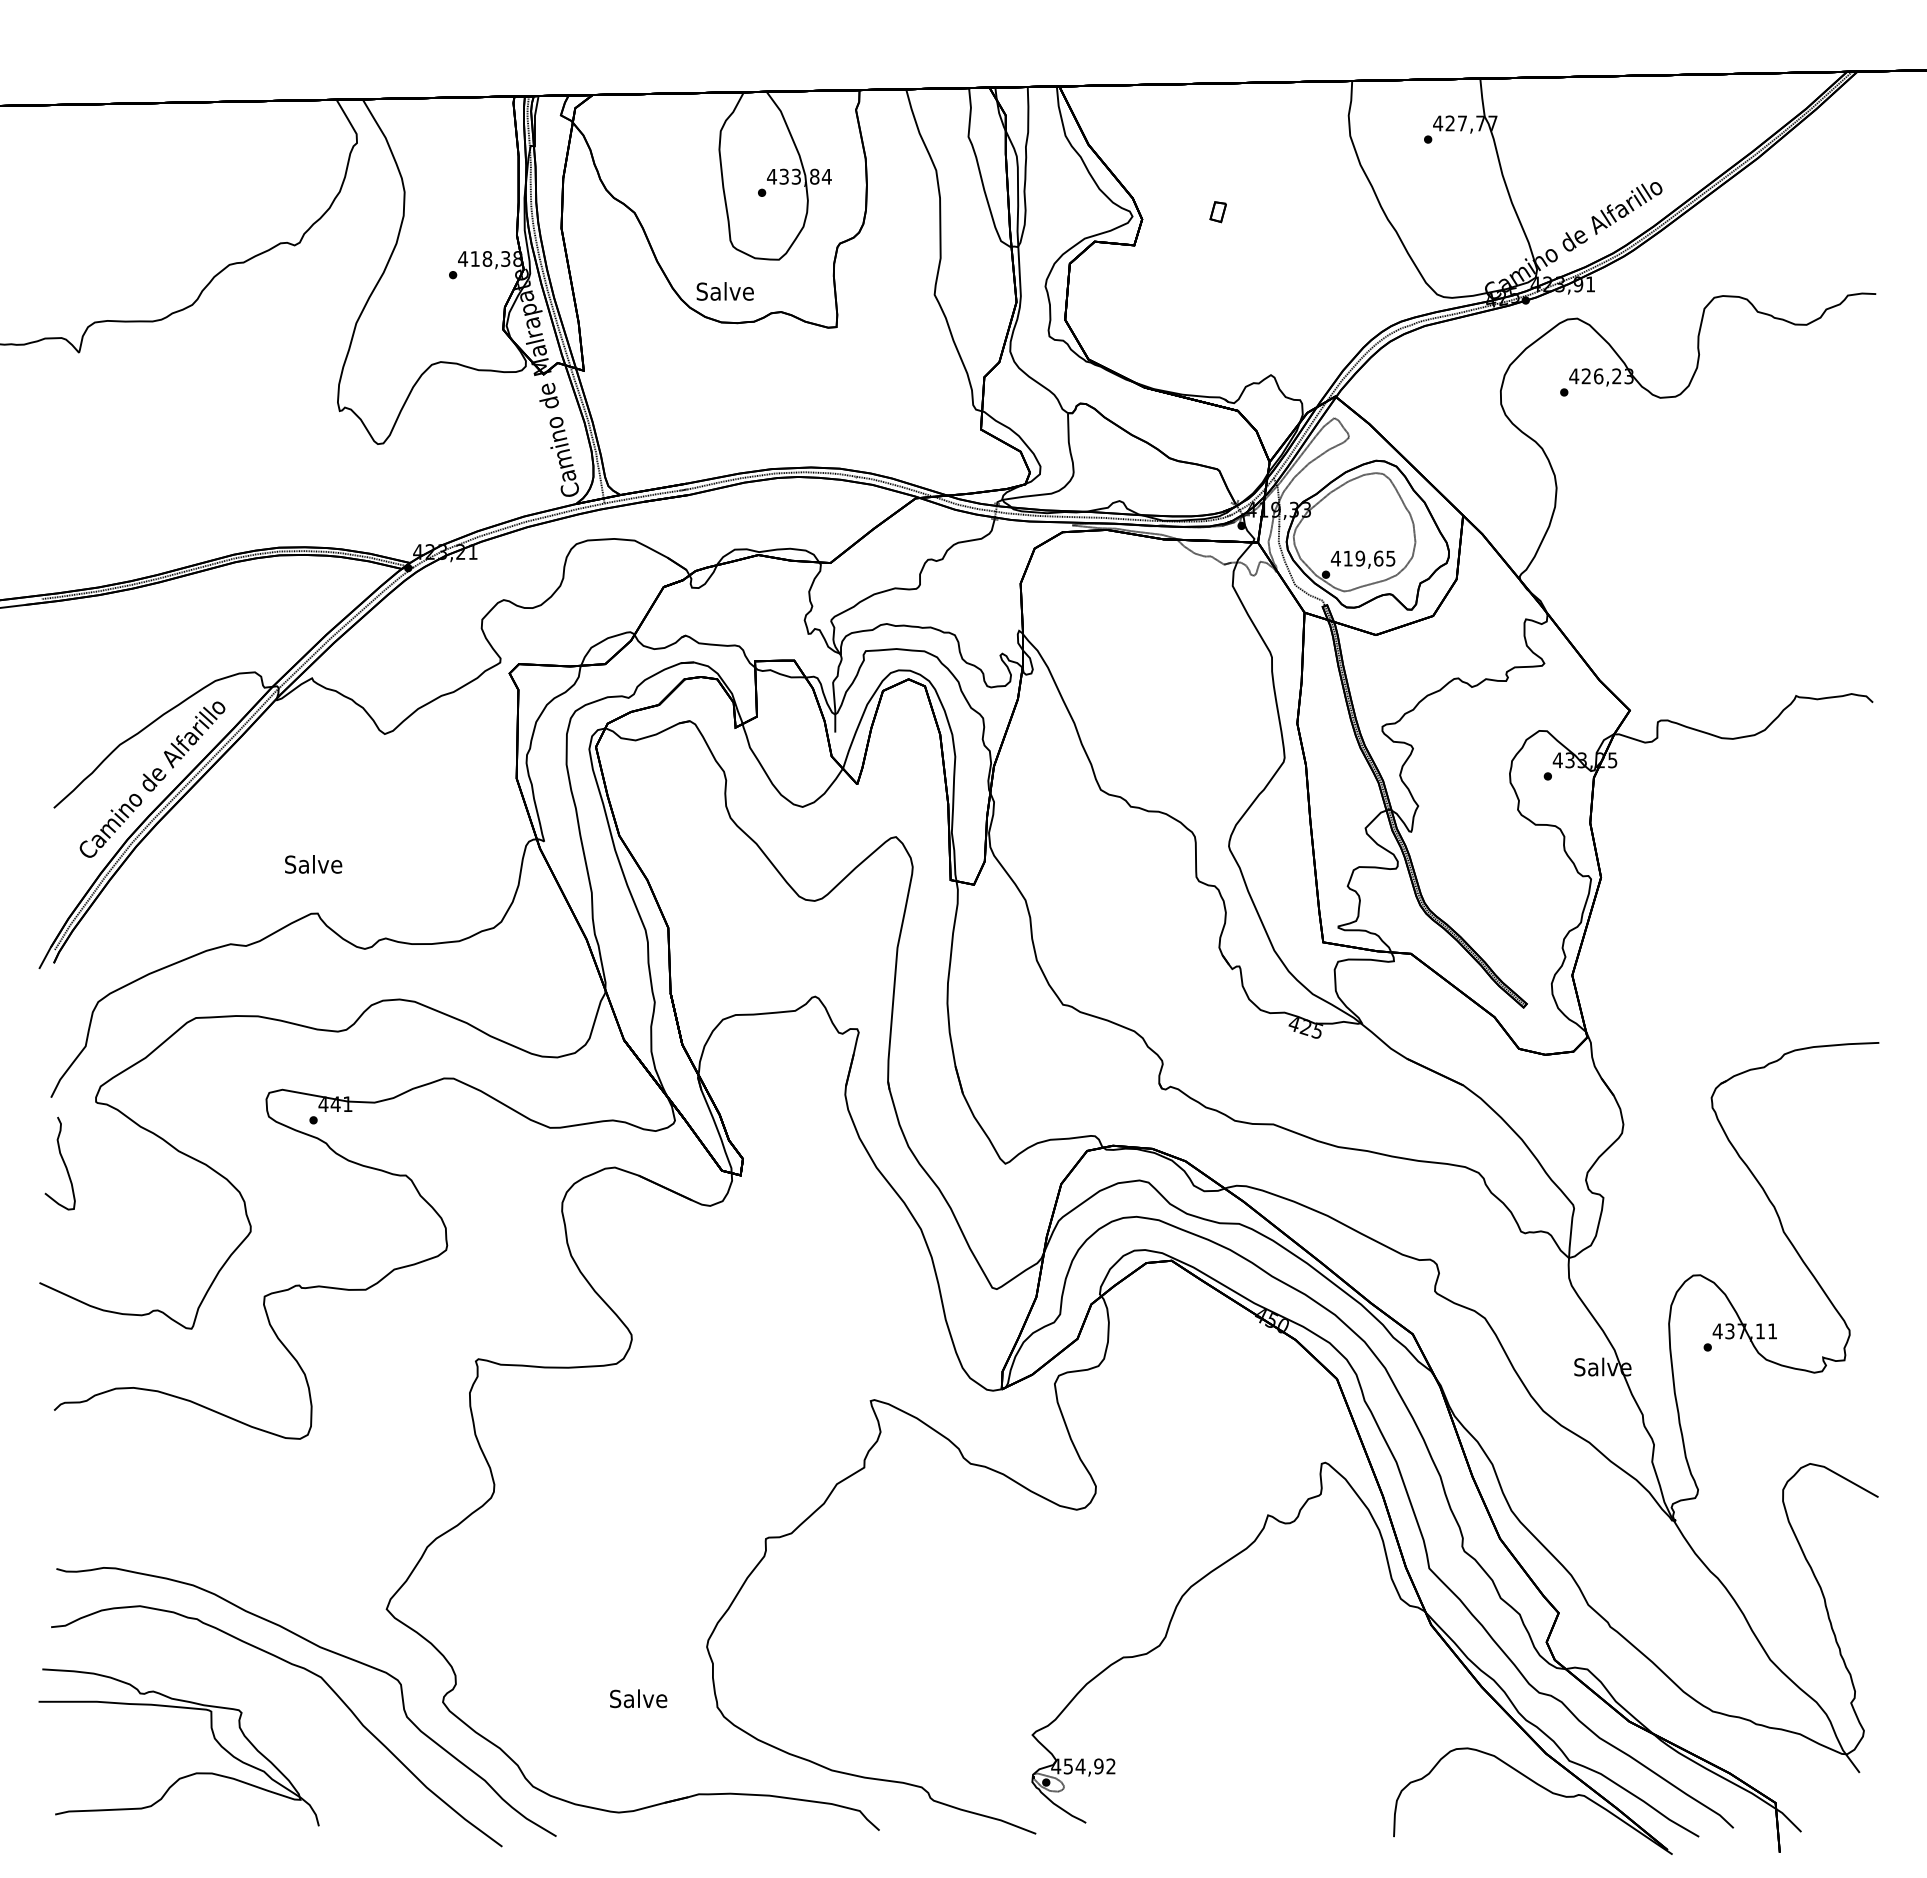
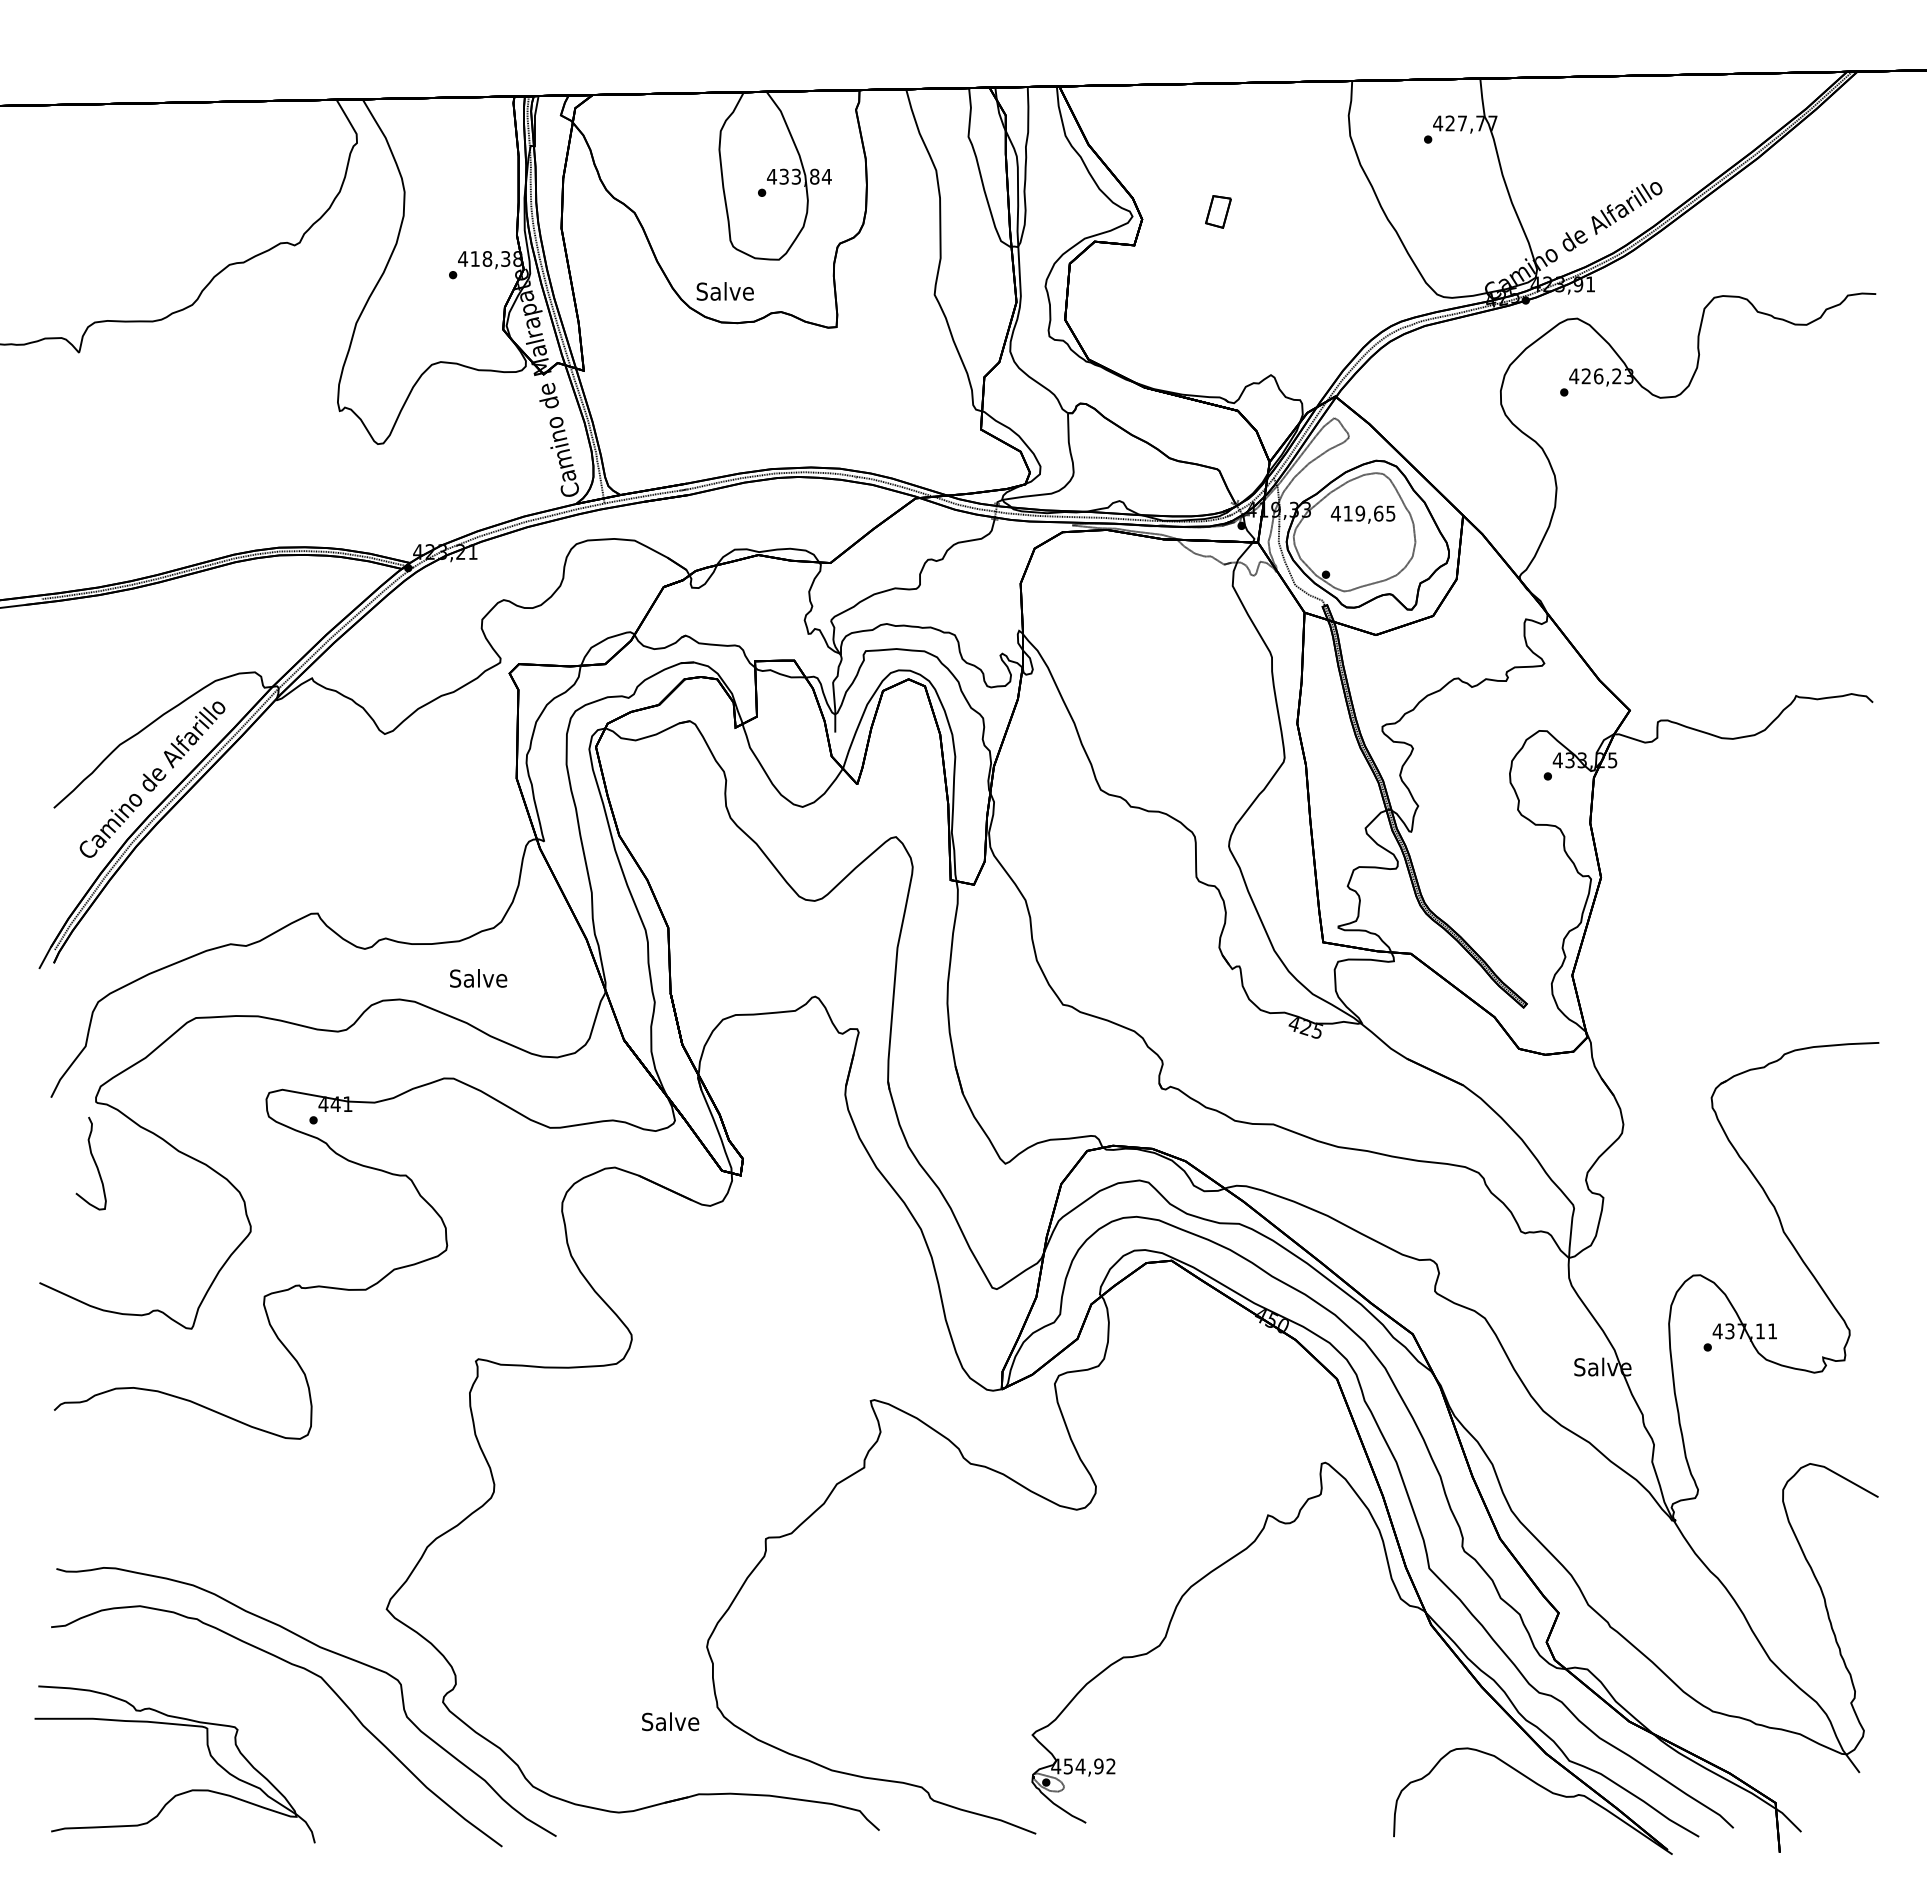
part at (1217, 212) size: 18x23 px -> 27x34 px
text at (1362, 559) position: (1362, 559) -> (1362, 514)
text at (313, 864) position: (313, 864) -> (478, 978)
curve at (62, 1161) position: (62, 1161) -> (93, 1161)
text at (638, 1698) position: (638, 1698) -> (670, 1721)
part at (186, 1775) position: (186, 1775) -> (182, 1792)
